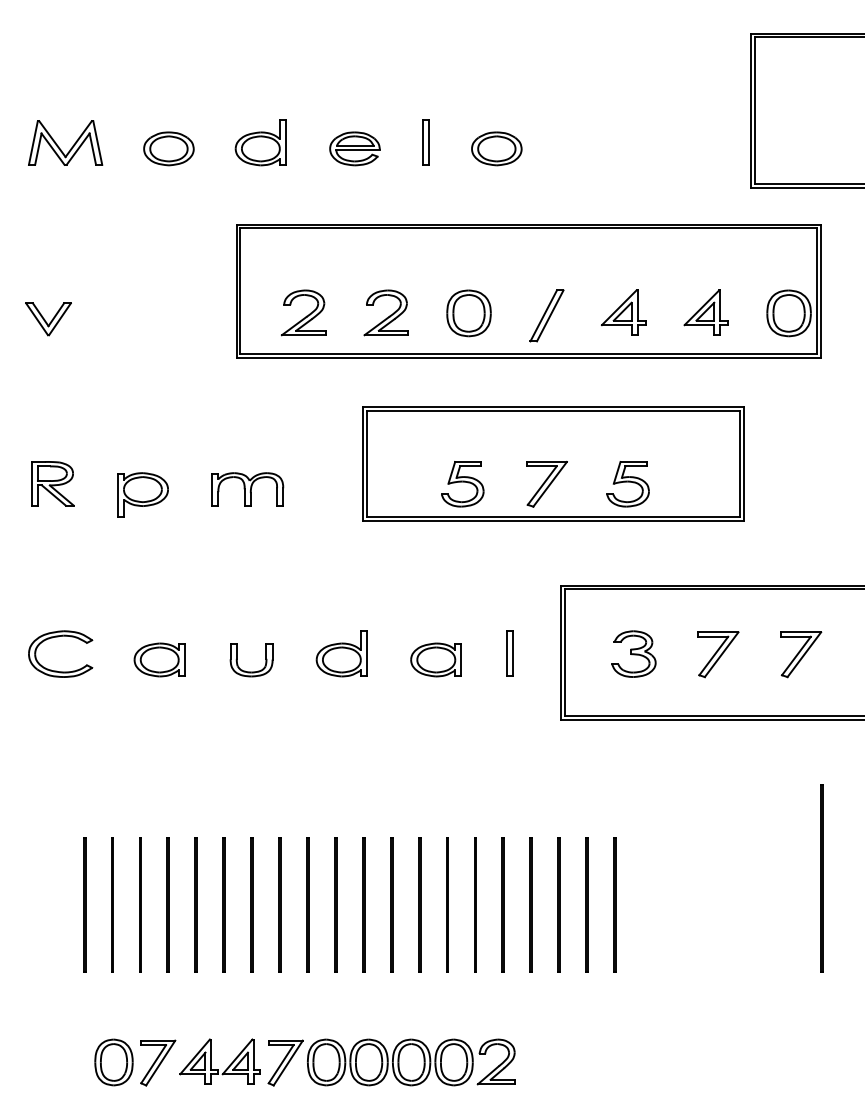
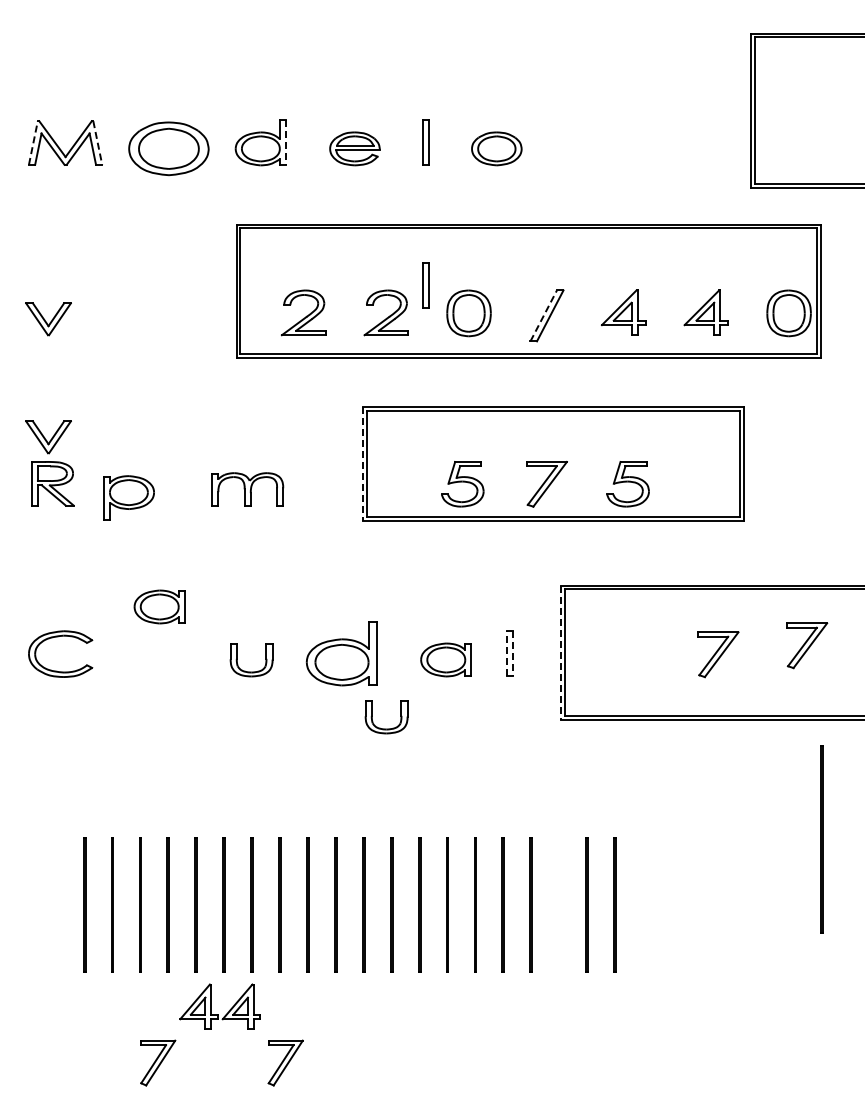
line at (33, 142): solid -> dashed
line at (286, 142): solid -> dashed
line at (97, 143): solid -> dashed
part at (168, 148) size: 52x36 px -> 82x56 px
part at (425, 285): none -> present
line at (543, 315): solid -> dashed
part at (48, 437): none -> present
line at (362, 464): solid -> dashed
part at (142, 494) position: (142, 494) -> (128, 497)
part at (341, 653) size: 53x48 px -> 73x66 px
line at (507, 653): solid -> dashed
line at (560, 653): solid -> dashed
part at (633, 653): present -> none
line at (513, 654): solid -> dashed
part at (801, 654) position: (801, 654) -> (807, 645)
part at (159, 659) position: (159, 659) -> (159, 606)
part at (435, 659) position: (435, 659) -> (445, 659)
part at (386, 728): none -> present
line at (821, 878) position: (821, 878) -> (821, 839)
line at (558, 904): present -> none
part at (211, 1061) position: (211, 1061) -> (211, 1006)
part at (113, 1062): present -> none
part at (411, 1062): present -> none
